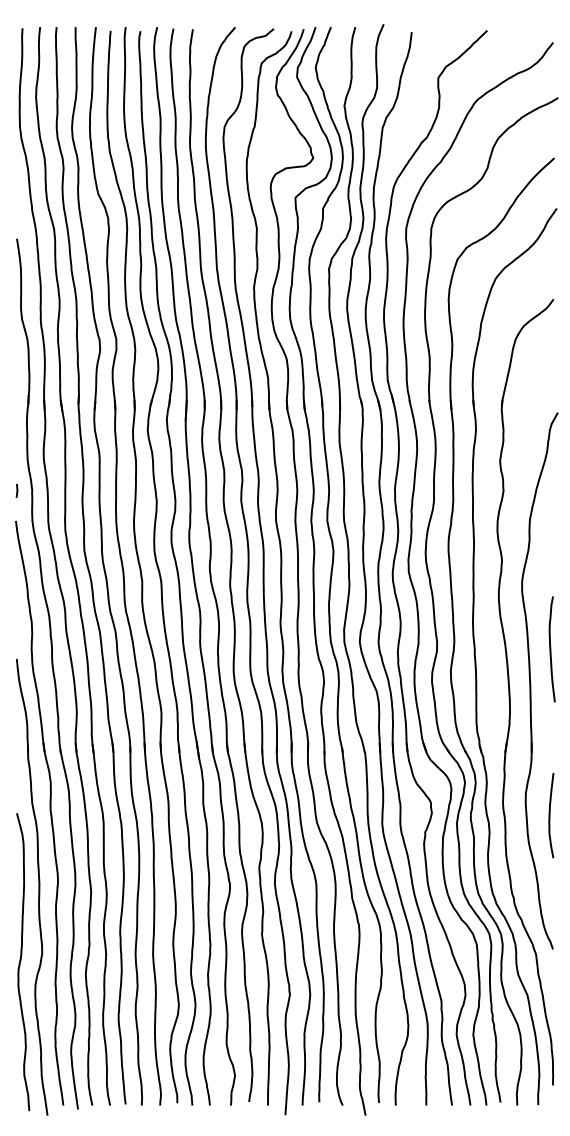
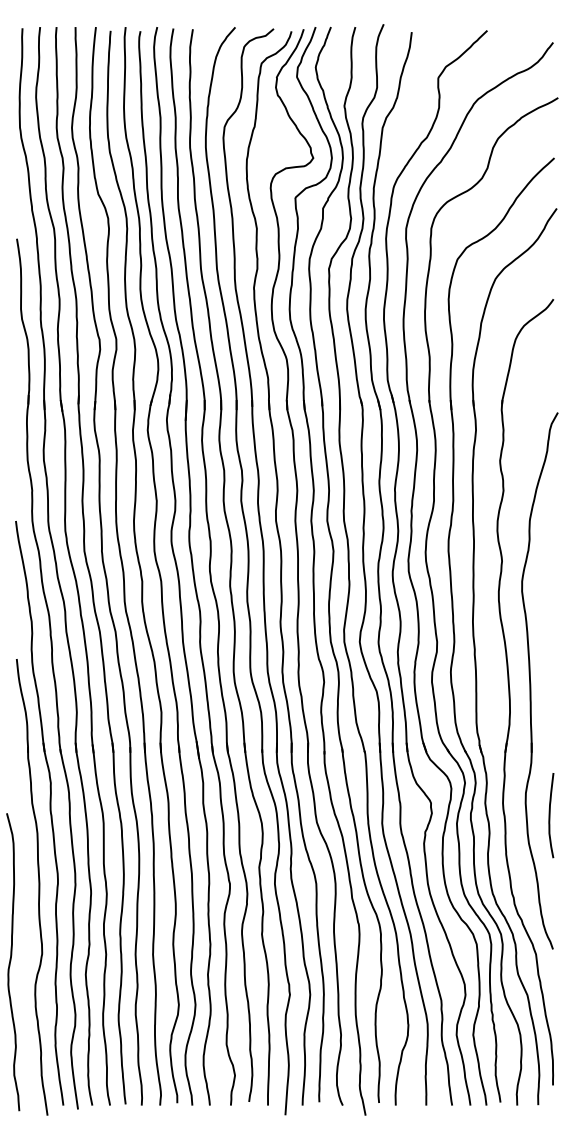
line at (16, 490): present -> none
curve at (551, 649): present -> none
curve at (21, 961) position: (21, 961) -> (11, 961)
